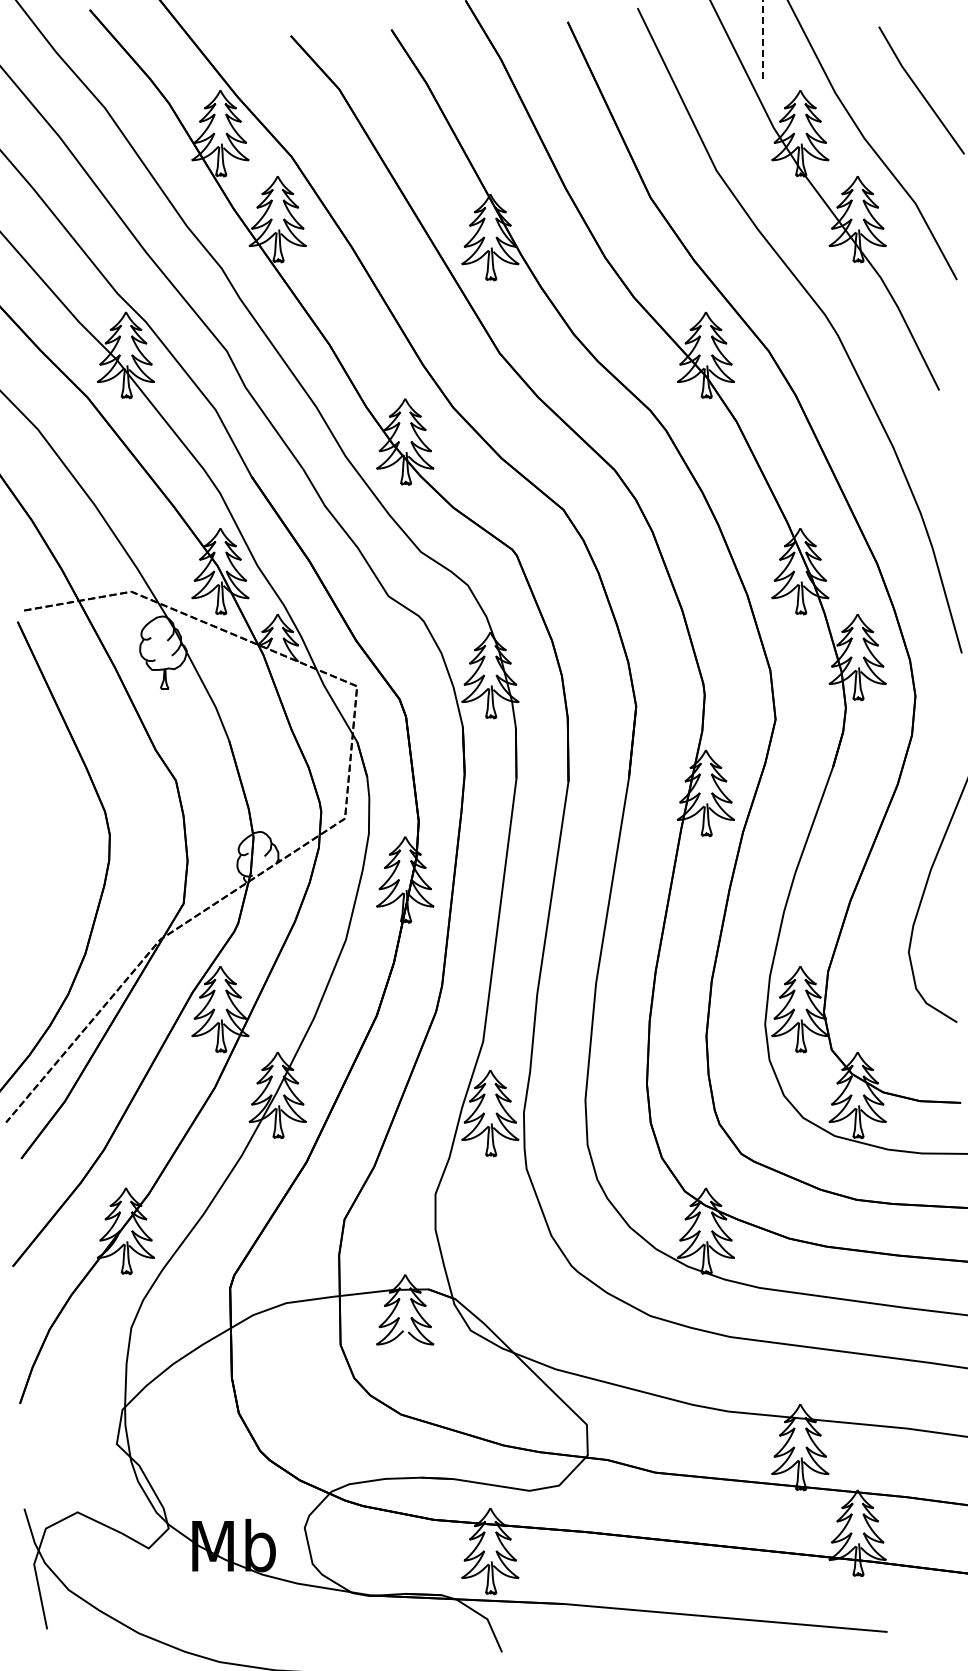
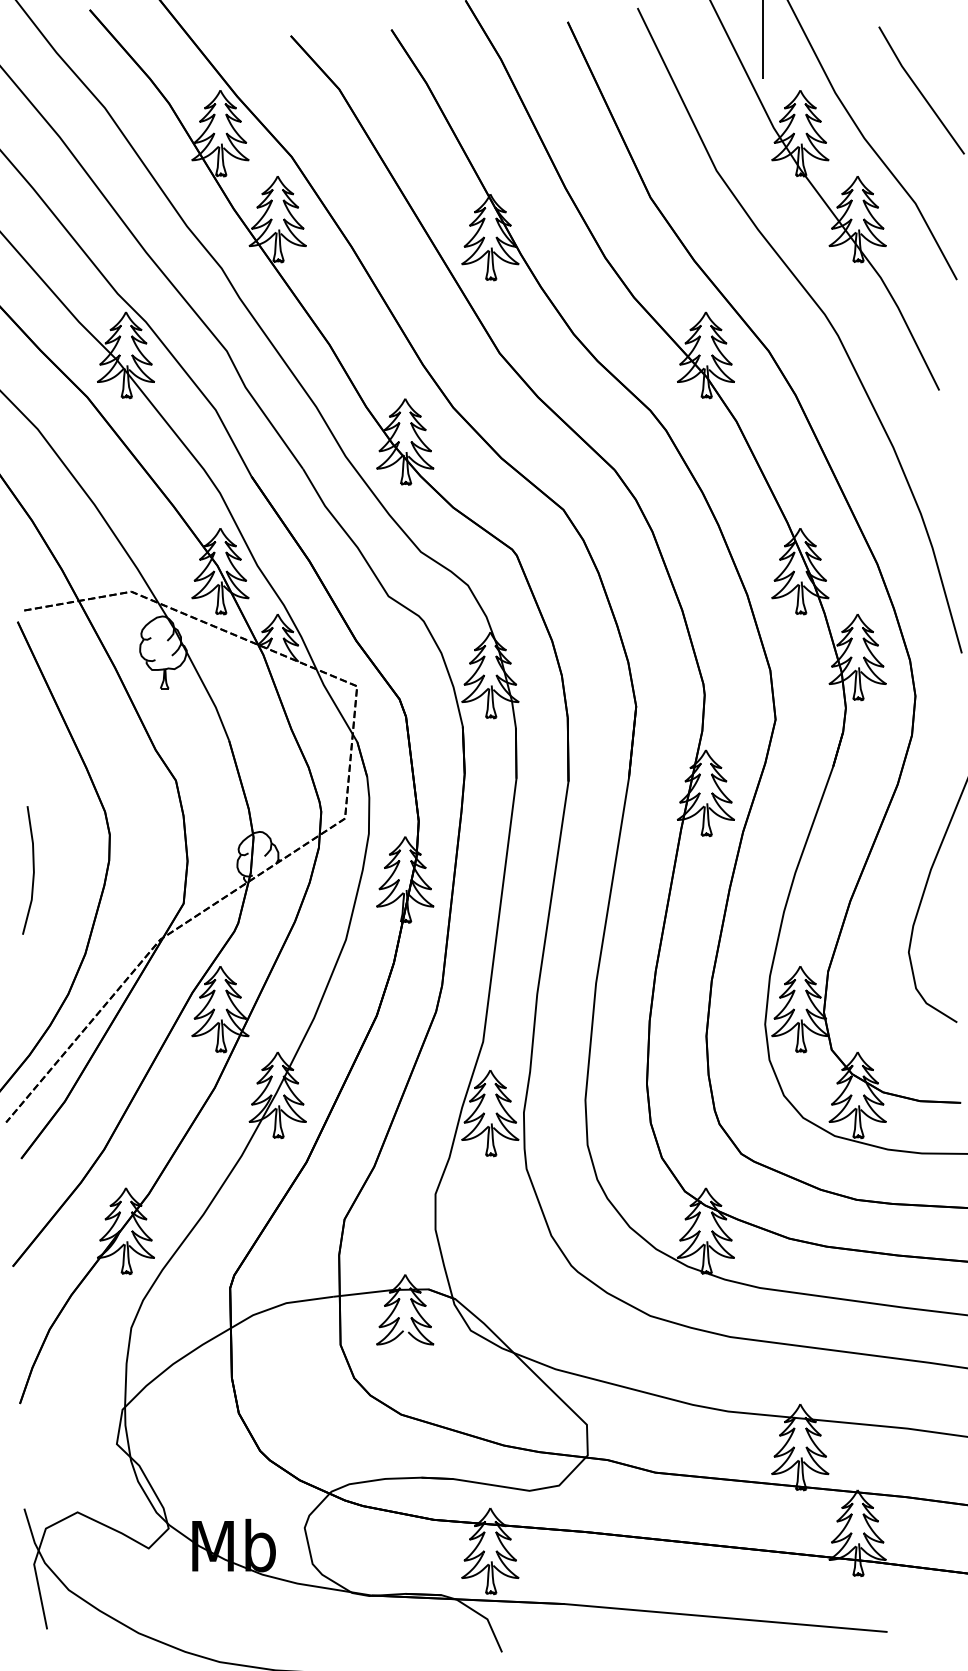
line at (762, 39): dashed -> solid
line at (32, 868): none -> present
